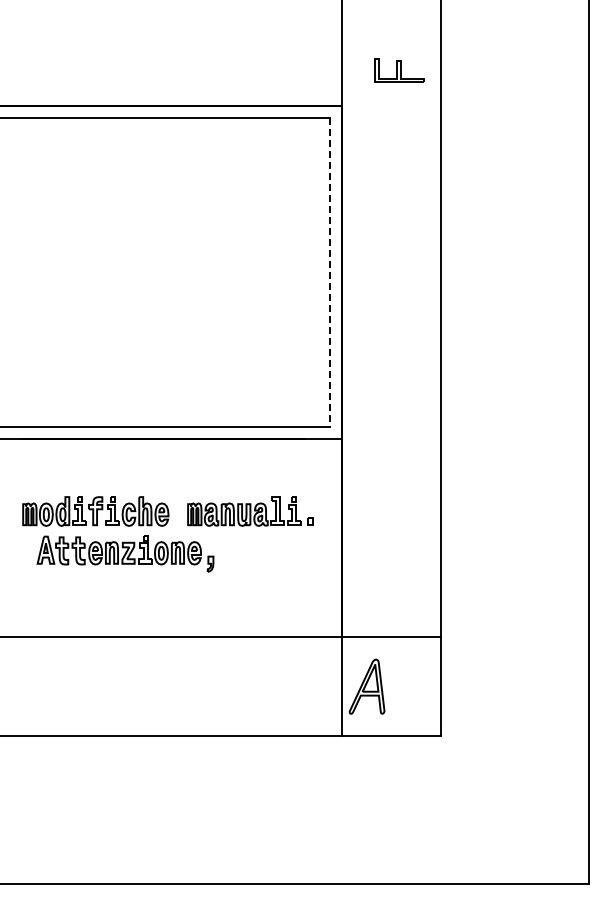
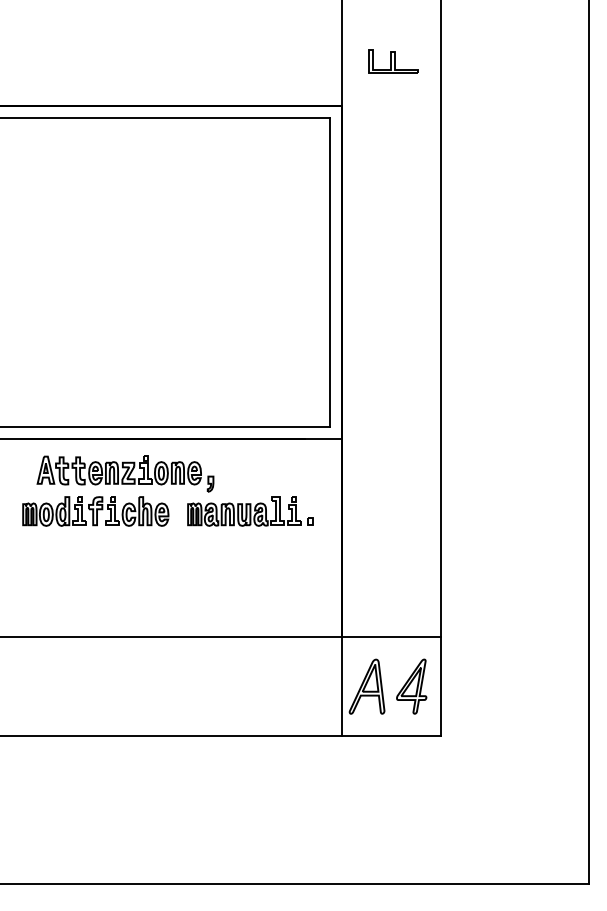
part at (399, 70) position: (399, 70) -> (393, 61)
line at (329, 273): dashed -> solid
part at (125, 553) position: (125, 553) -> (125, 473)
part at (411, 686): none -> present
